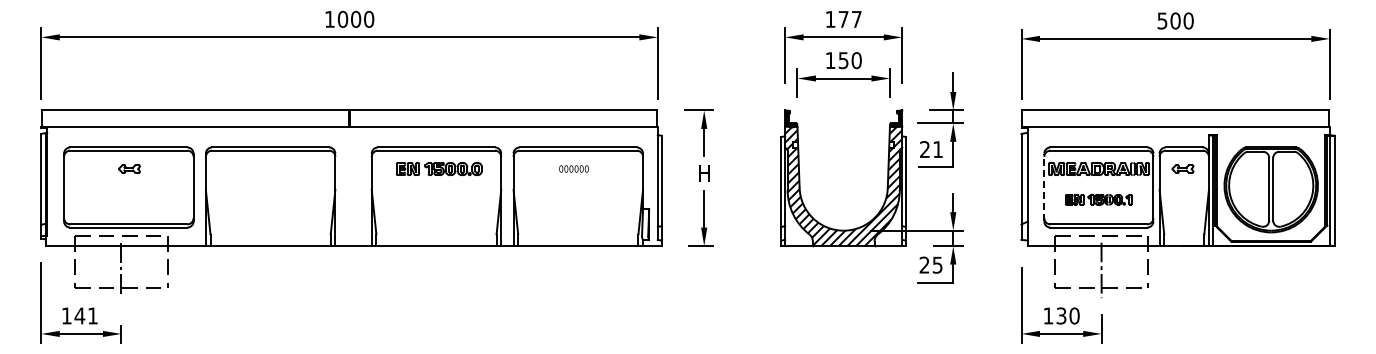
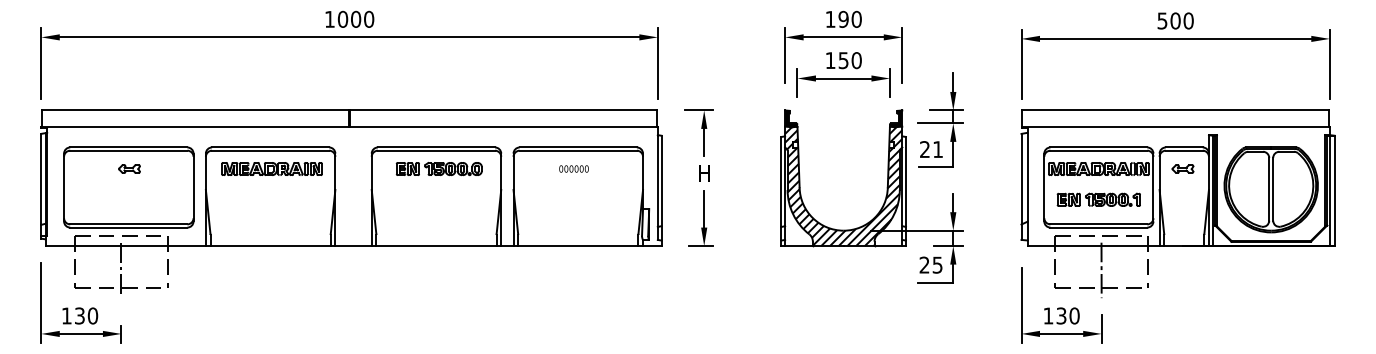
text at (849, 18): 177 -> 190
part at (271, 168): none -> present
line at (1044, 187): dashed -> solid
part at (1098, 199) size: 68x13 px -> 85x15 px
text at (86, 315): 141 -> 130
